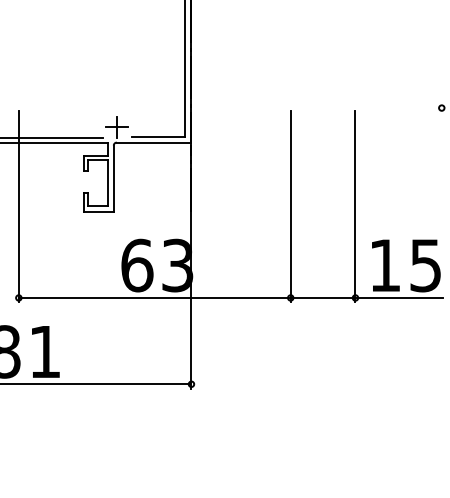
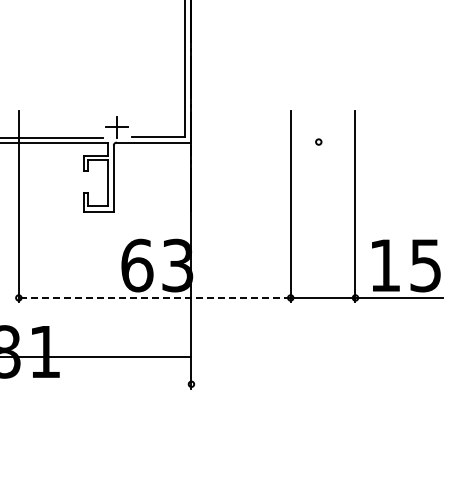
circle at (441, 107) position: (441, 107) -> (318, 141)
line at (154, 297): solid -> dashed
line at (96, 384) position: (96, 384) -> (96, 357)
